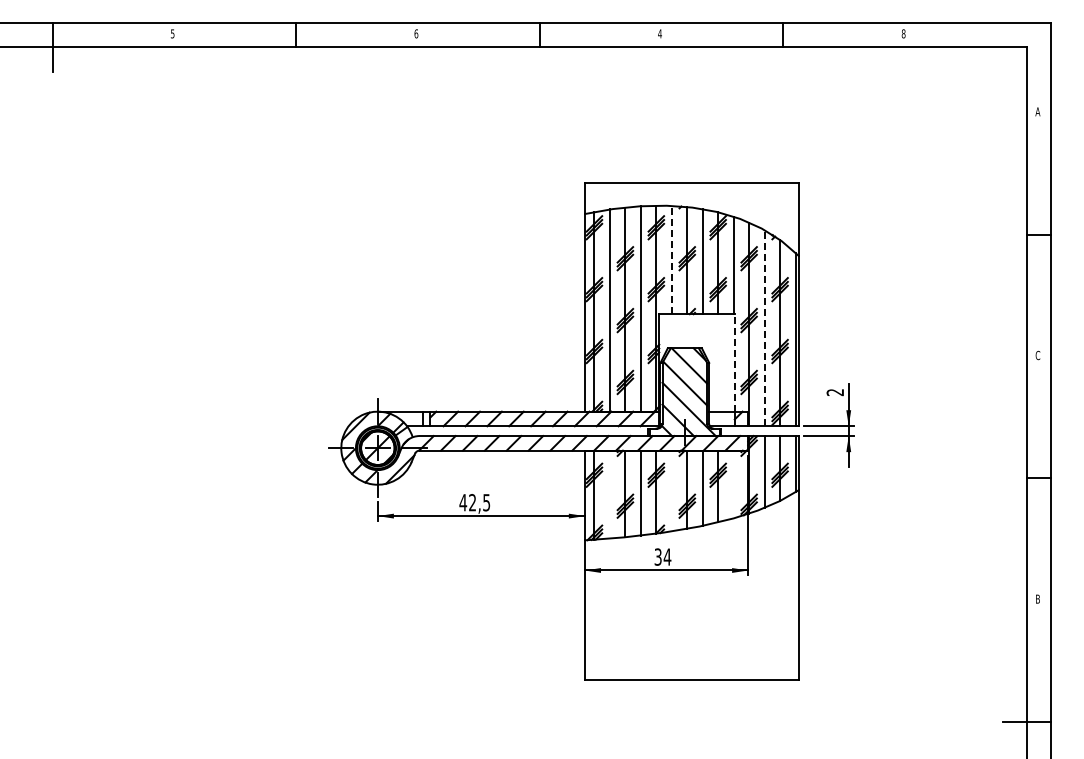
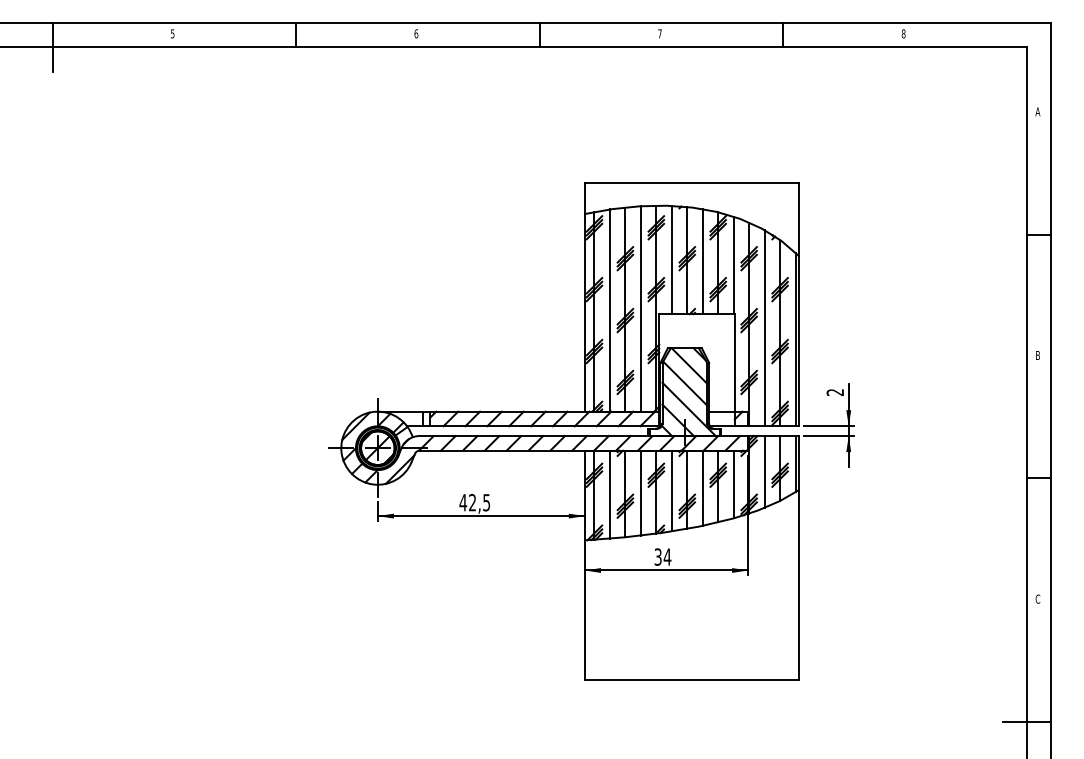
text at (659, 33): 4 -> 7
line at (671, 259): dashed -> solid
line at (764, 327): dashed -> solid
text at (1037, 355): C -> B
line at (734, 362): dashed -> solid
line at (733, 484): none -> present
line at (671, 490): none -> present
line at (609, 494): none -> present
text at (1037, 598): B -> C
